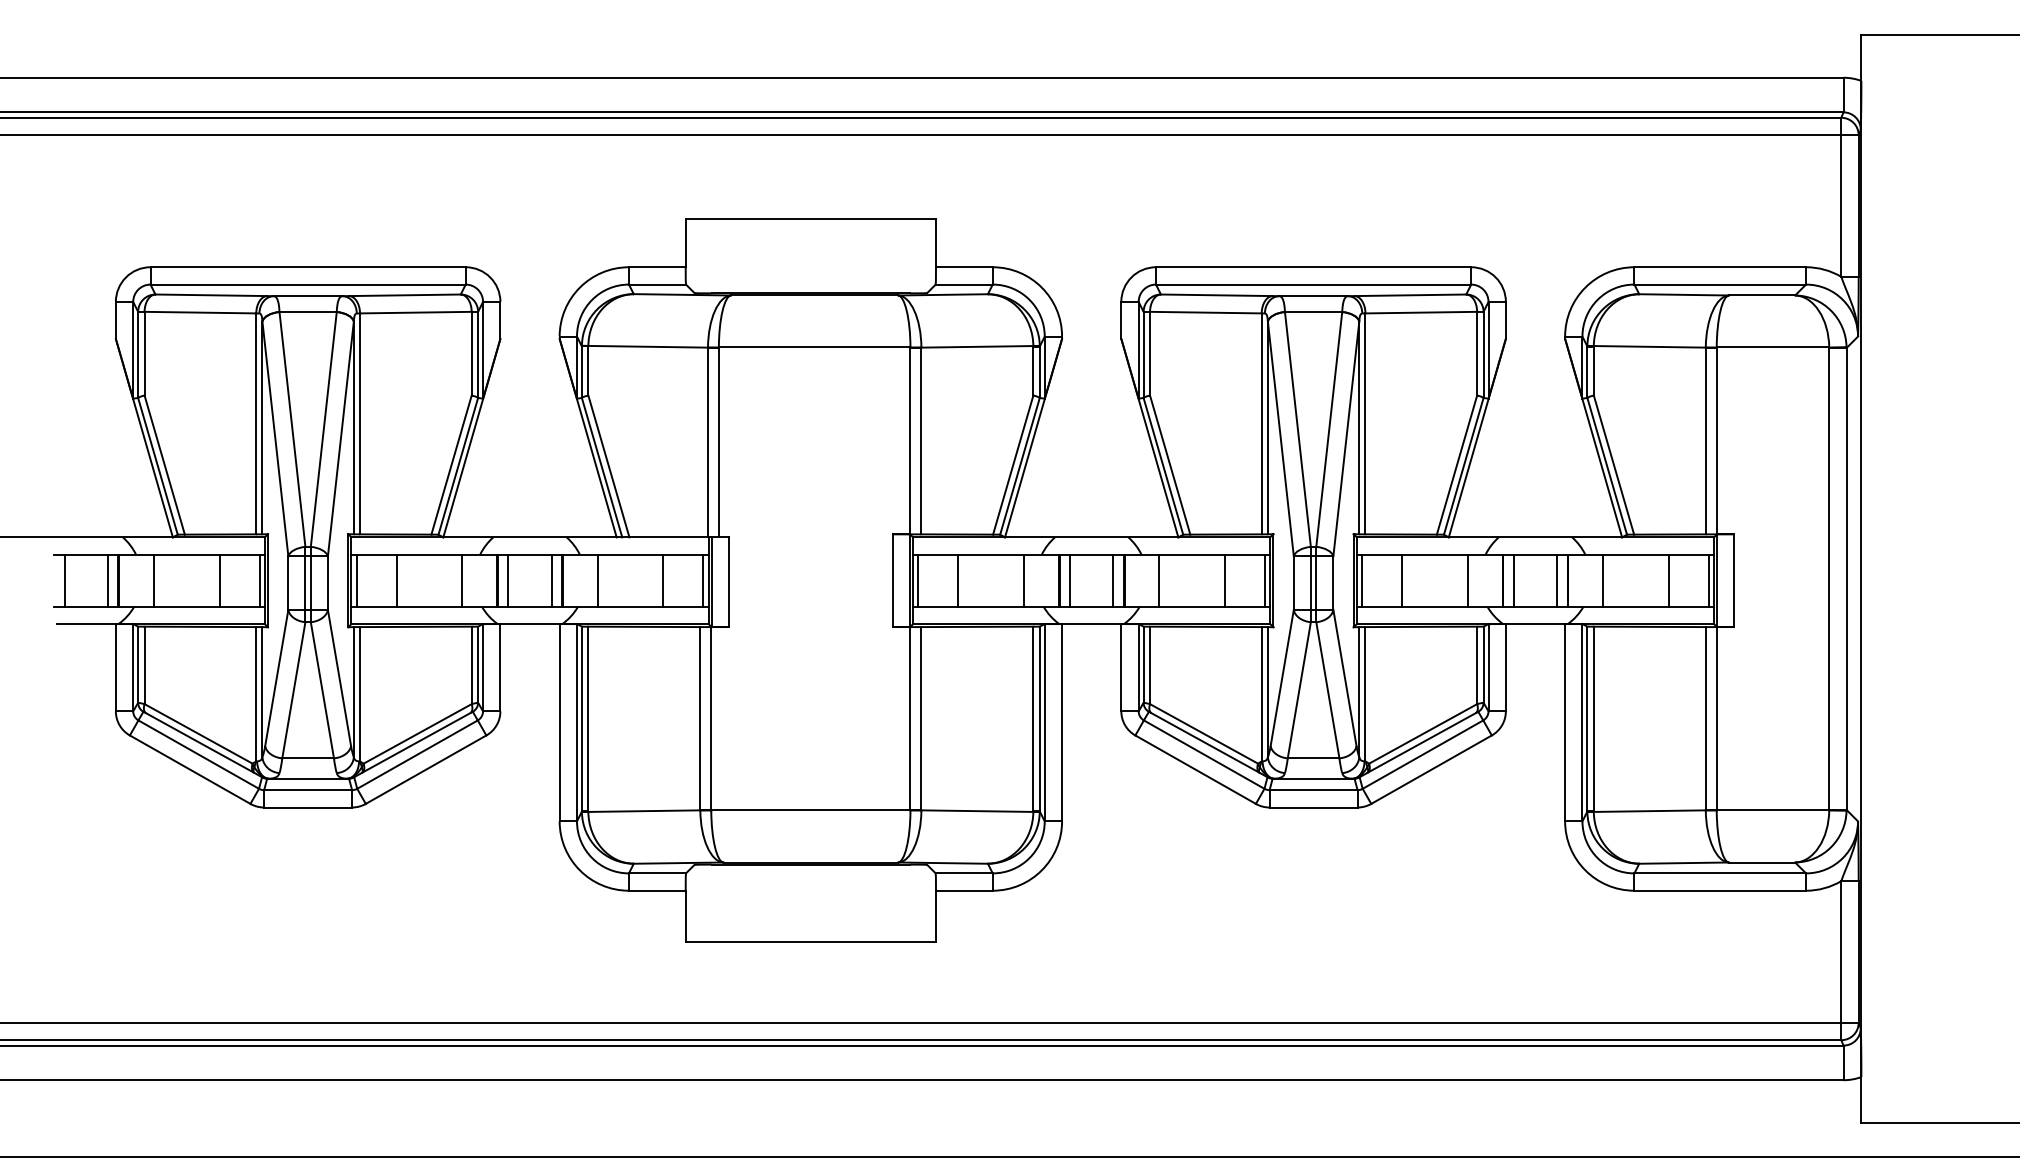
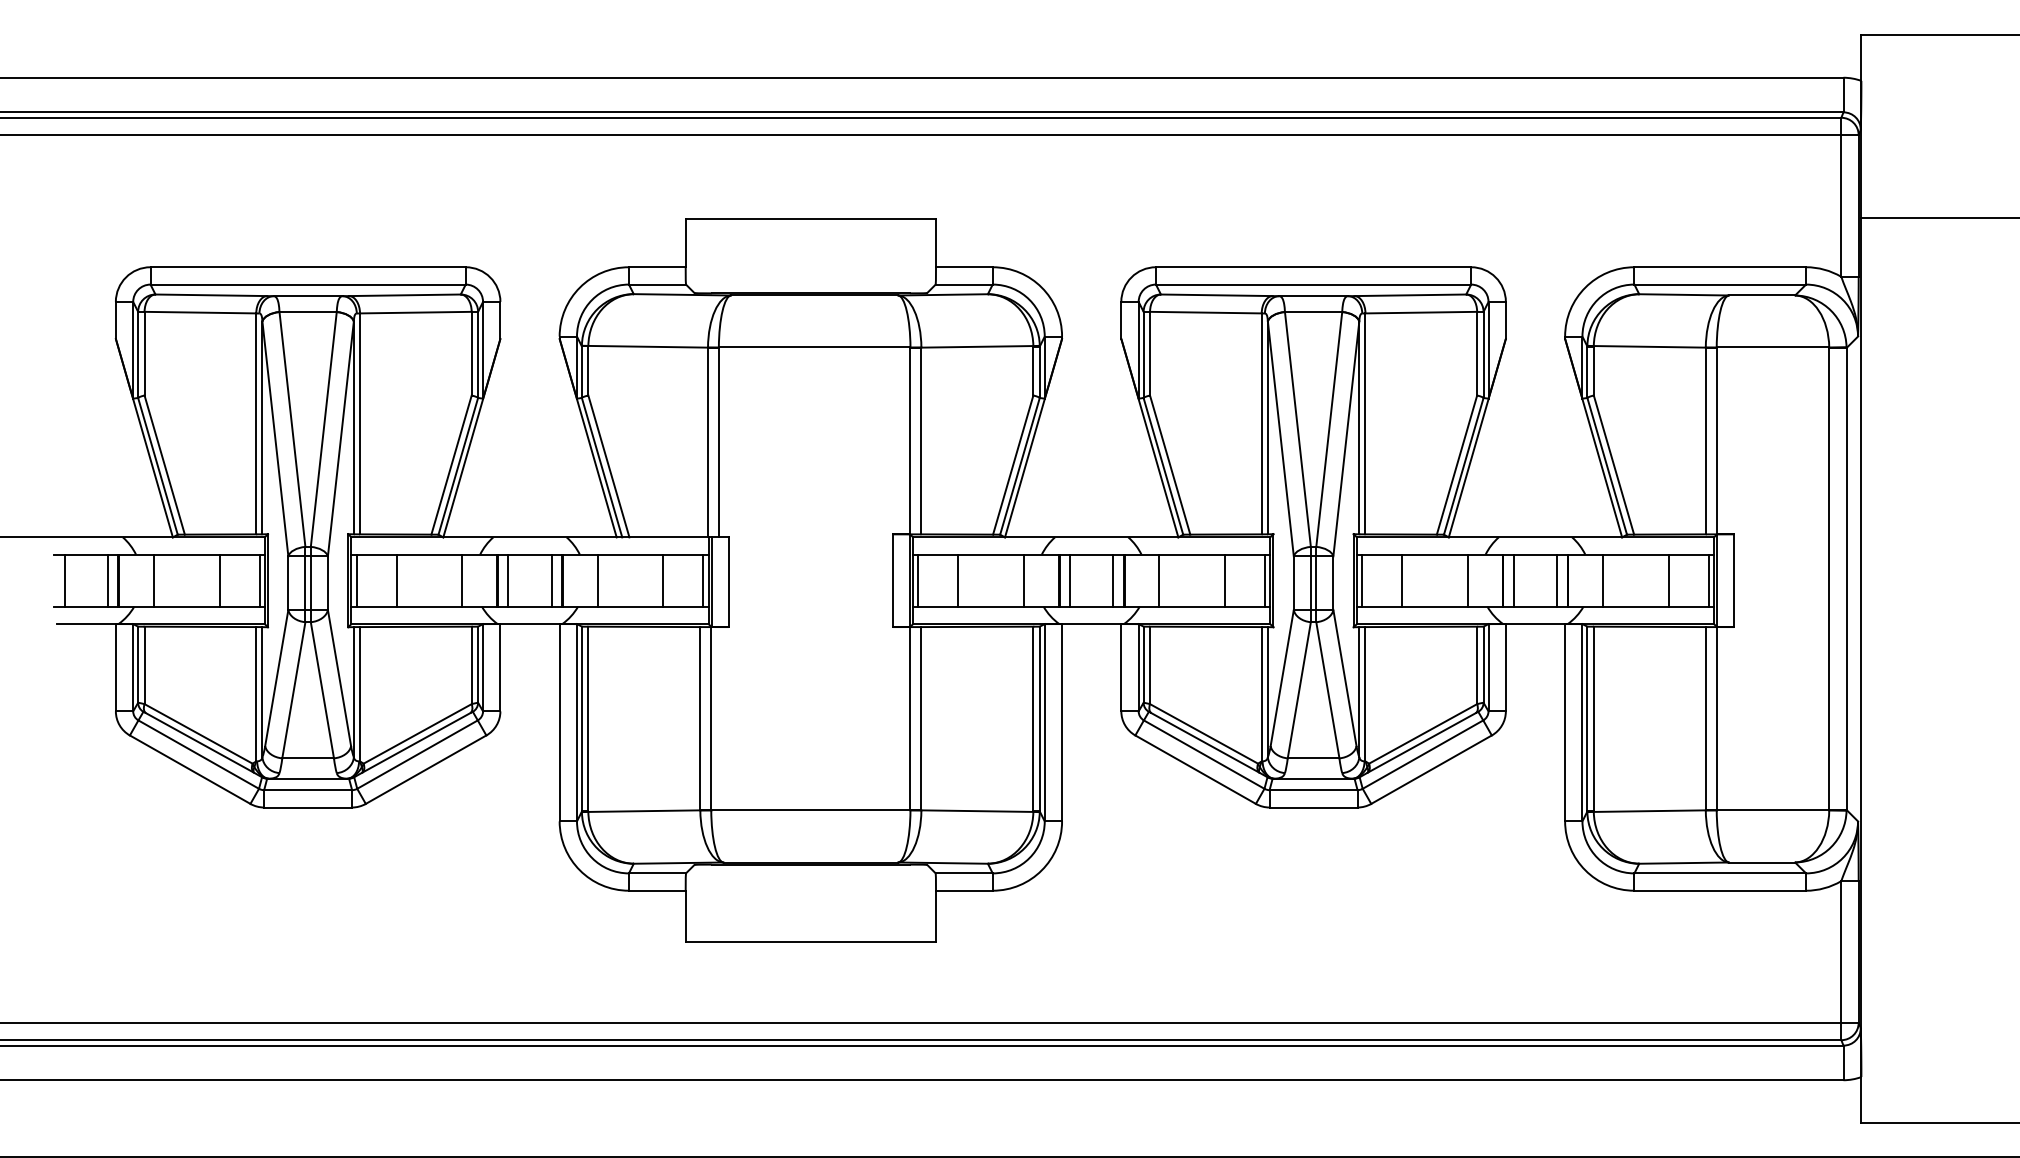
line at (1938, 218): none -> present
